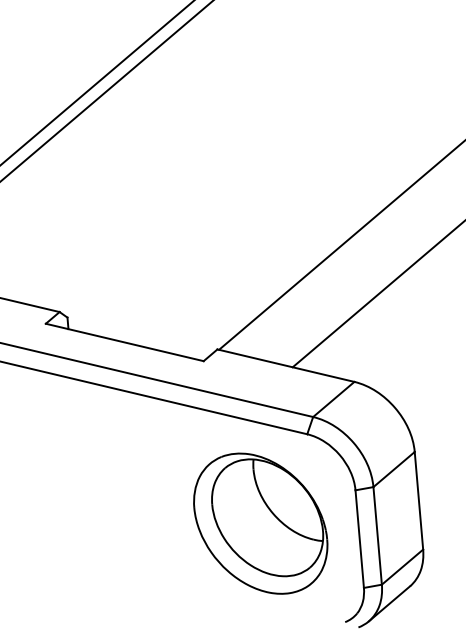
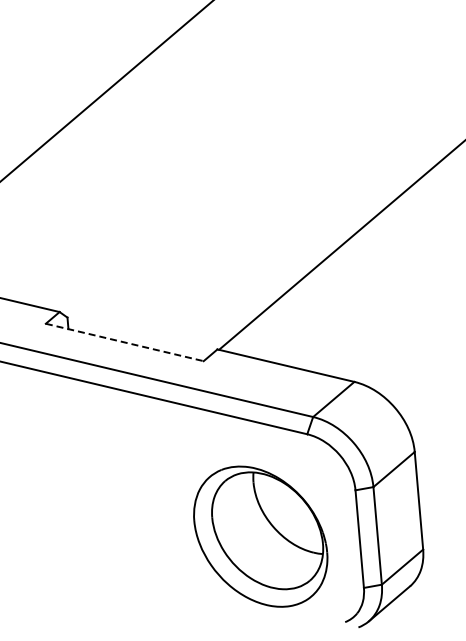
line at (97, 82): present -> none
line at (377, 294): present -> none
line at (125, 342): solid -> dashed
part at (260, 523) position: (260, 523) -> (260, 536)
